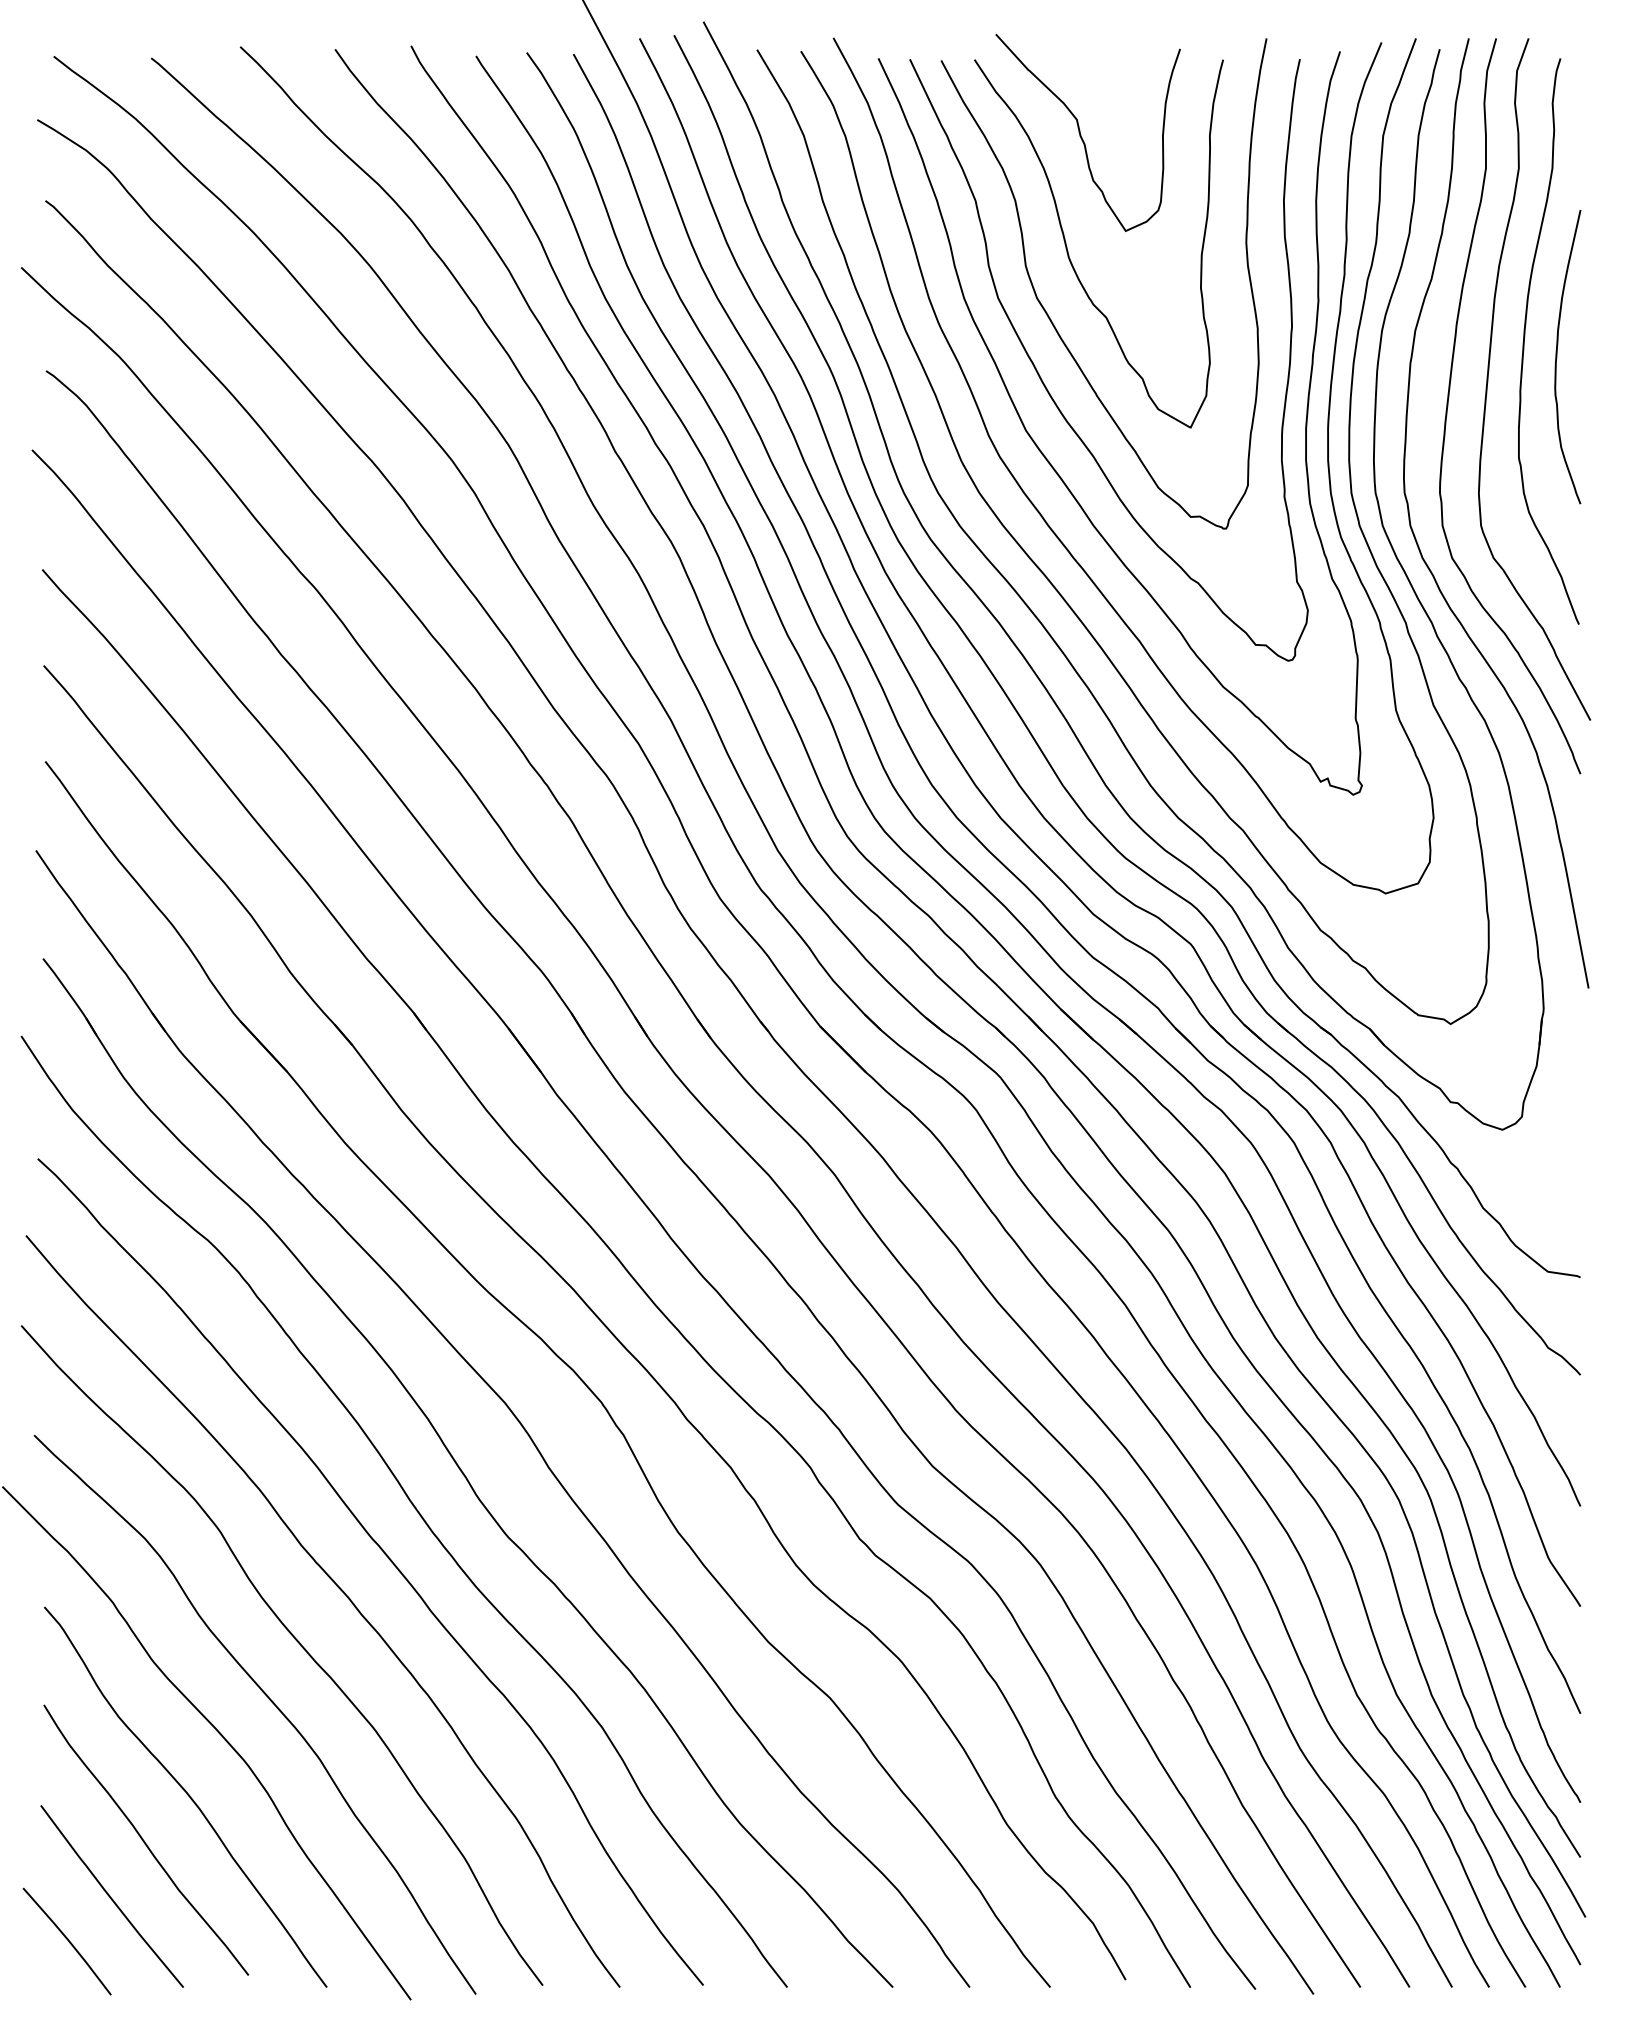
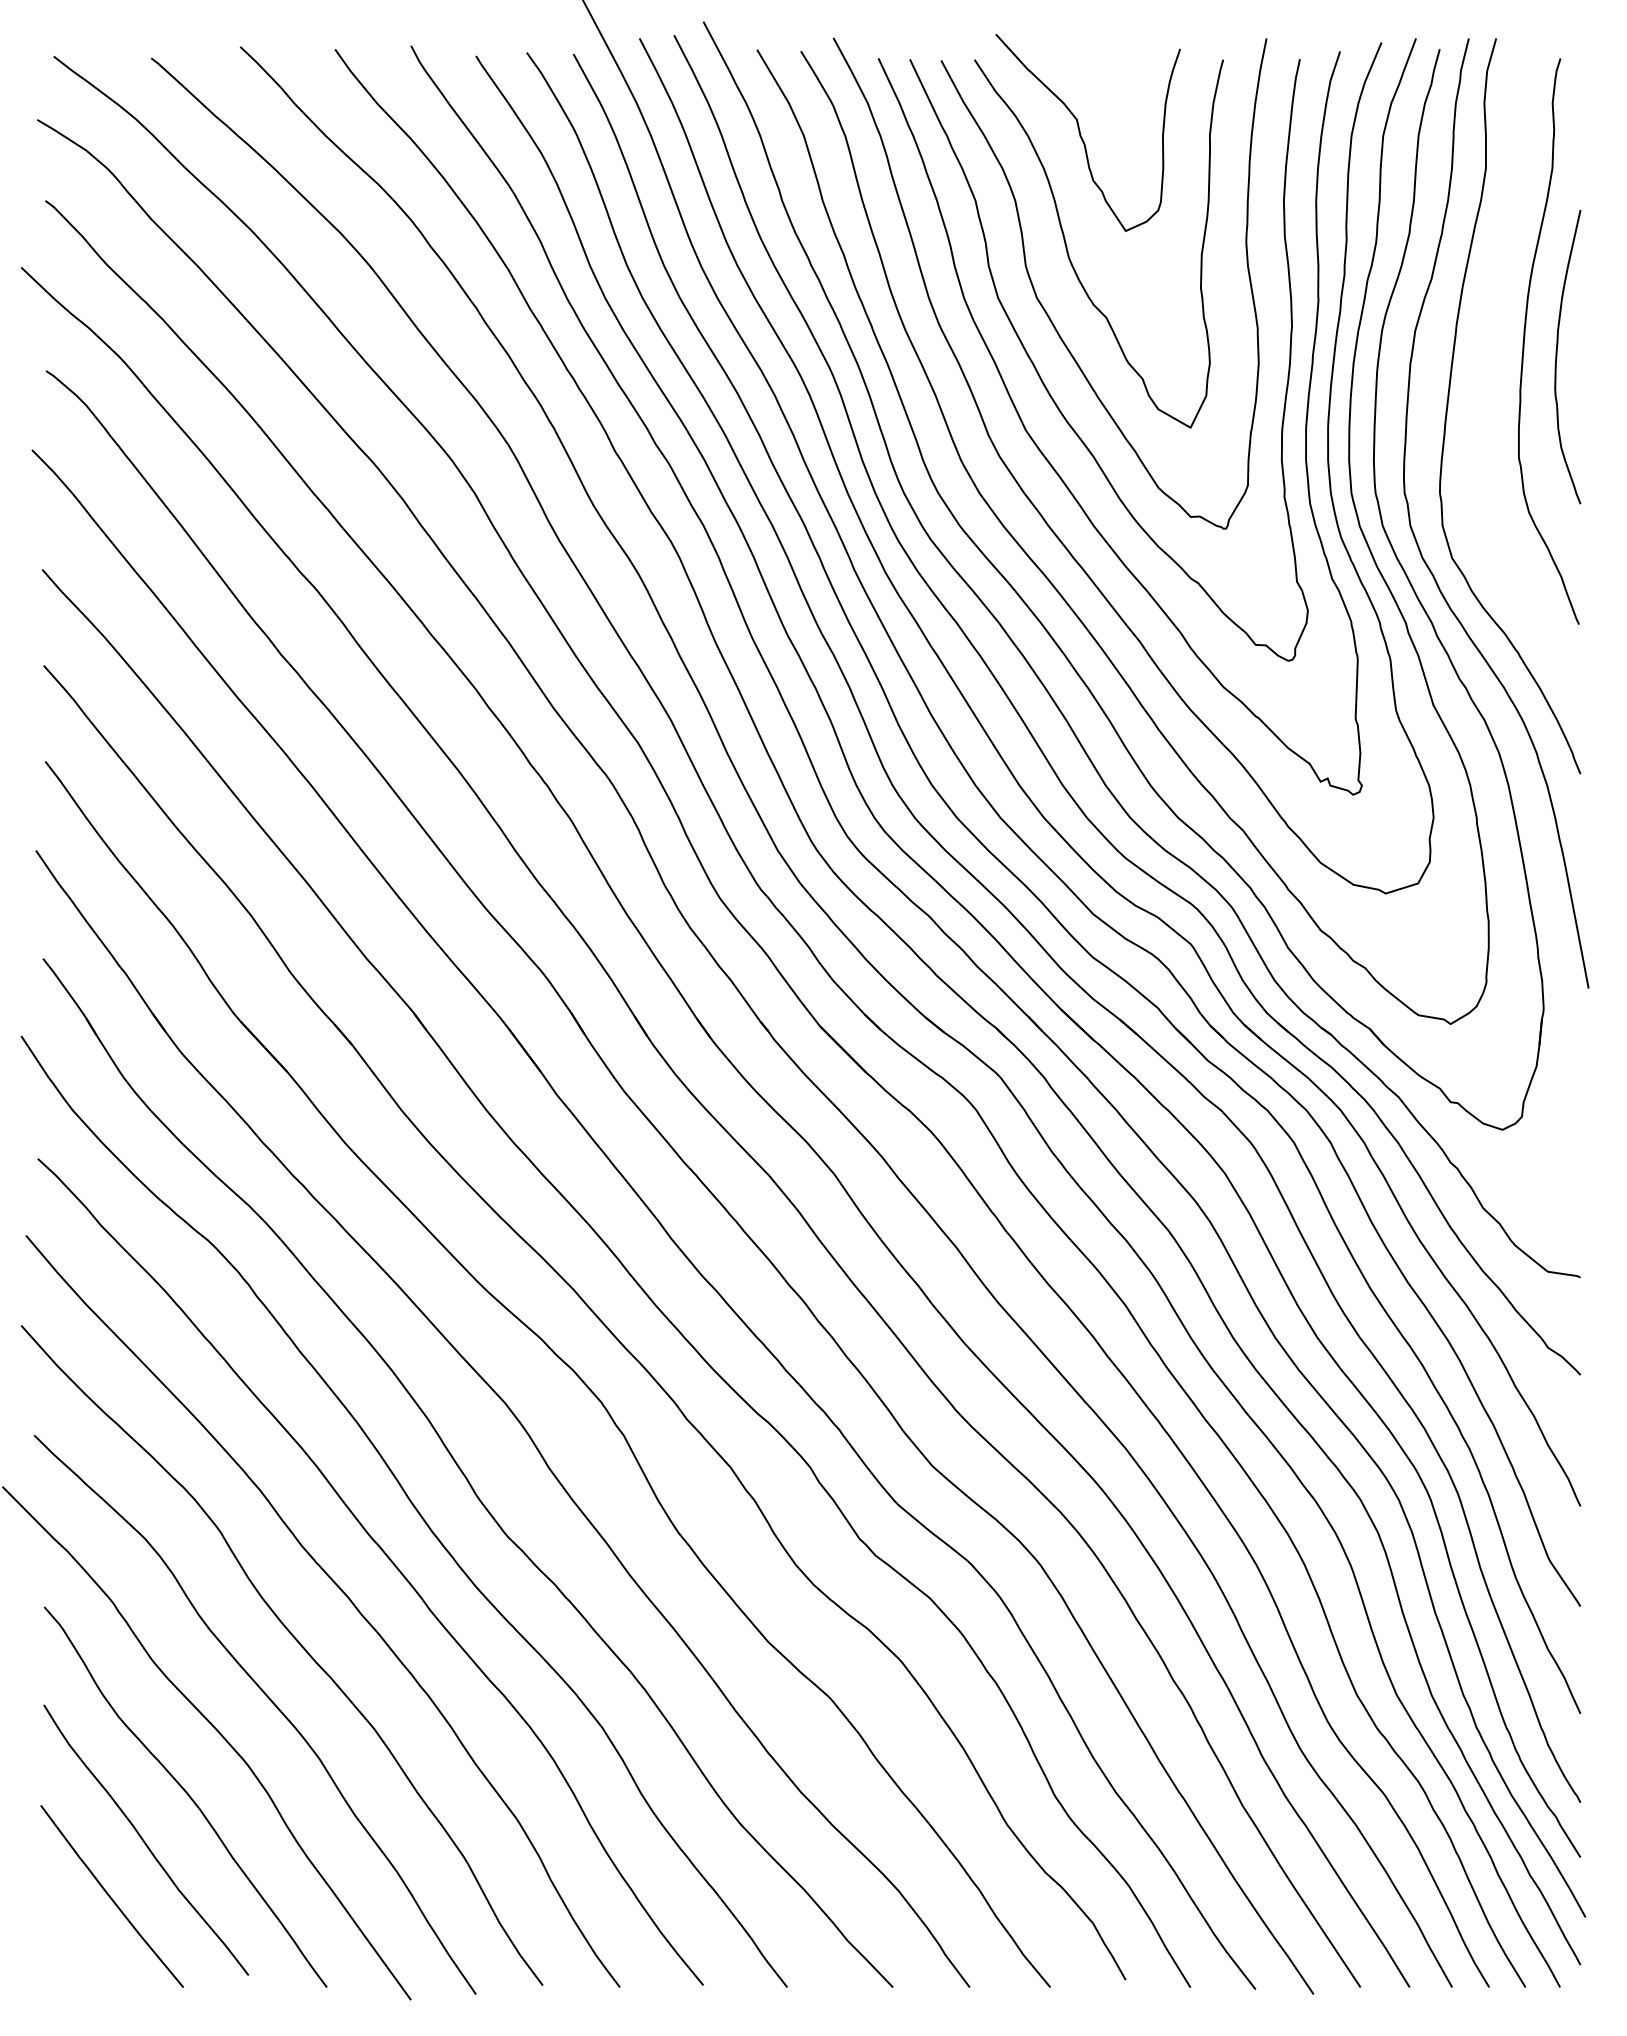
curve at (1489, 371): present -> none
line at (67, 1940): present -> none
